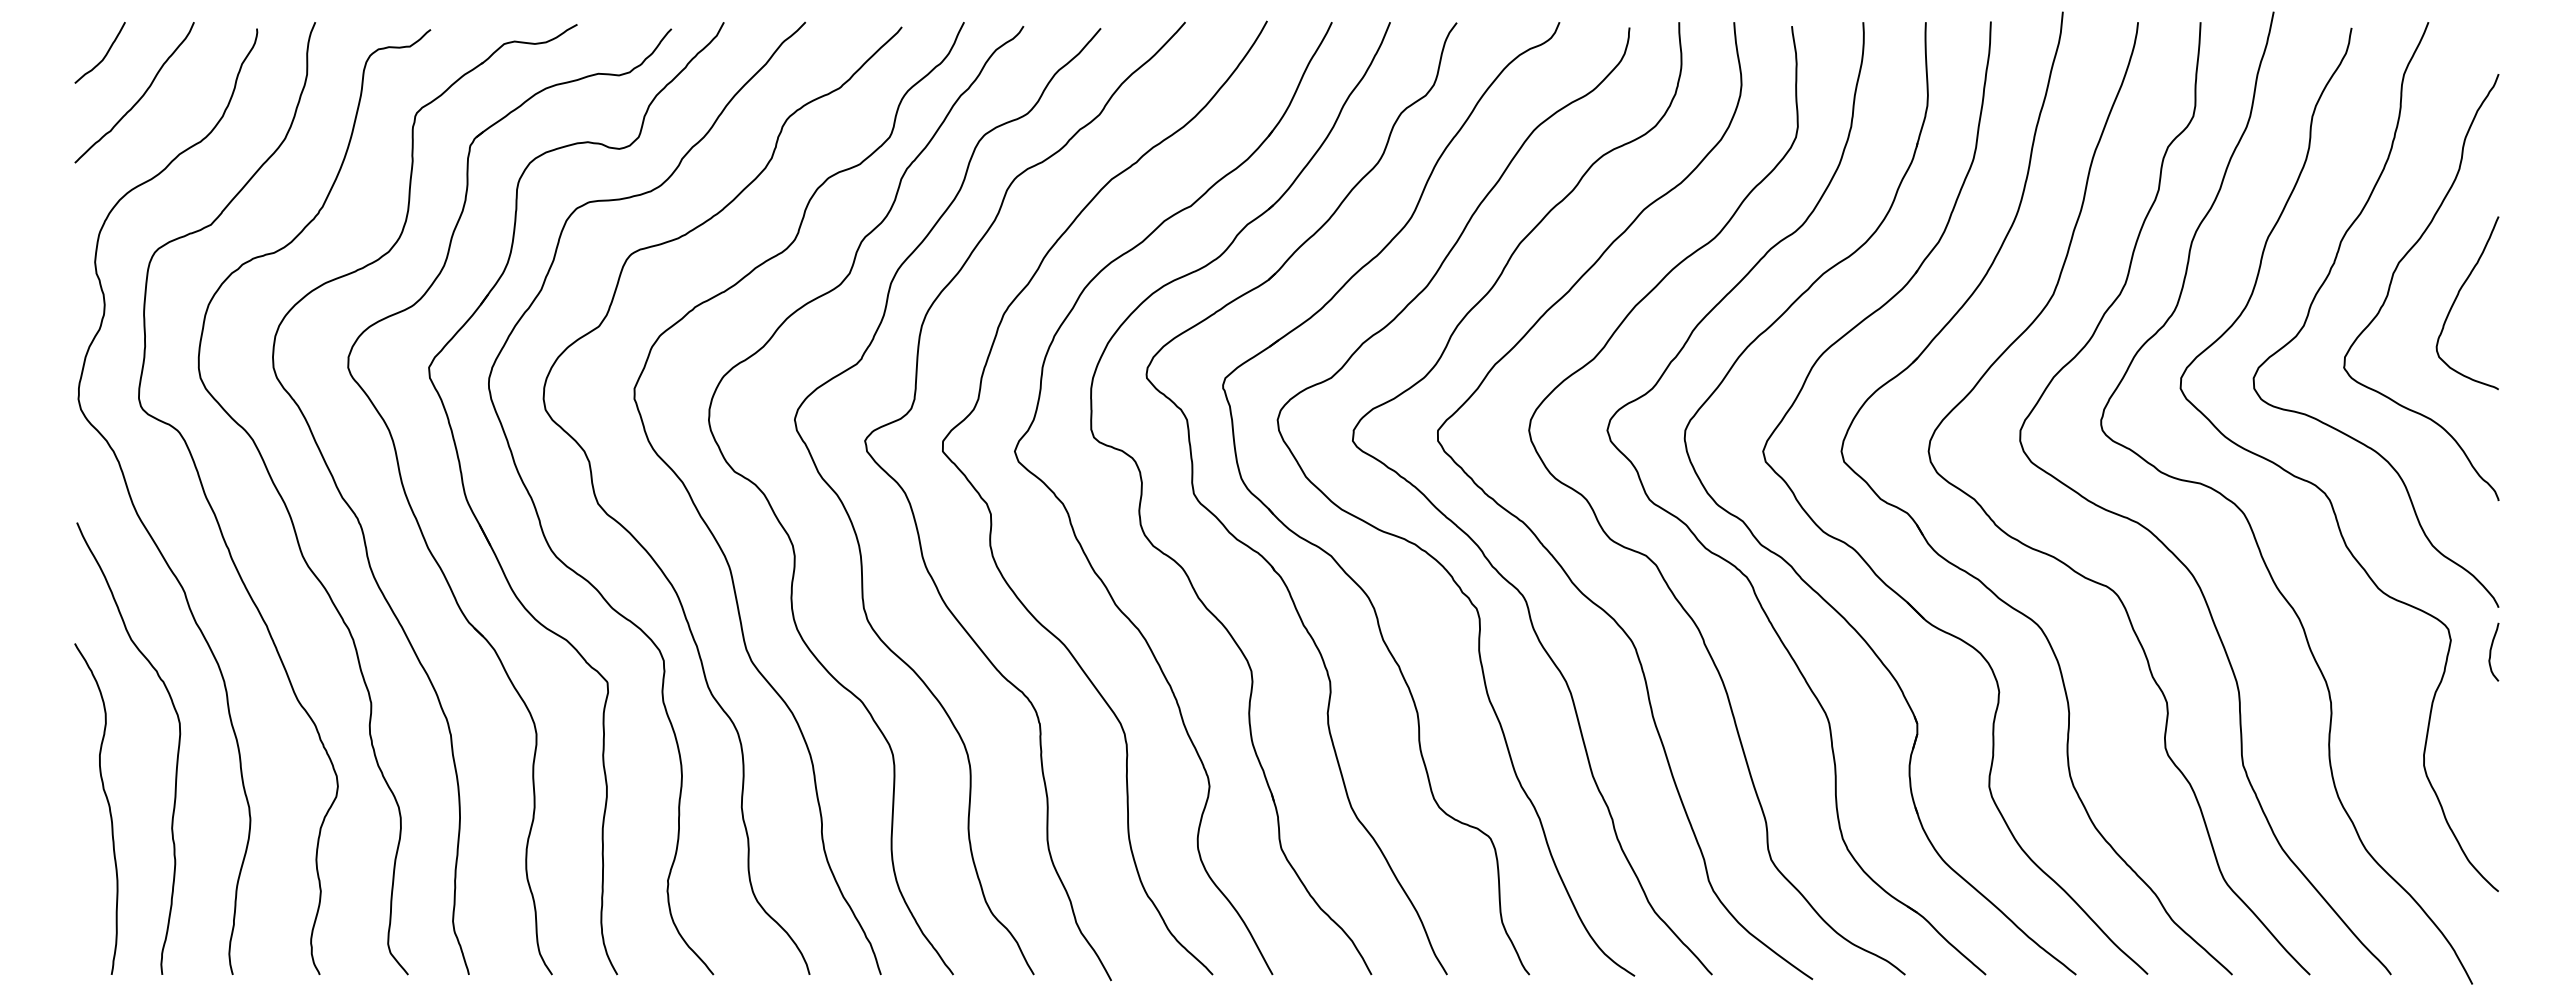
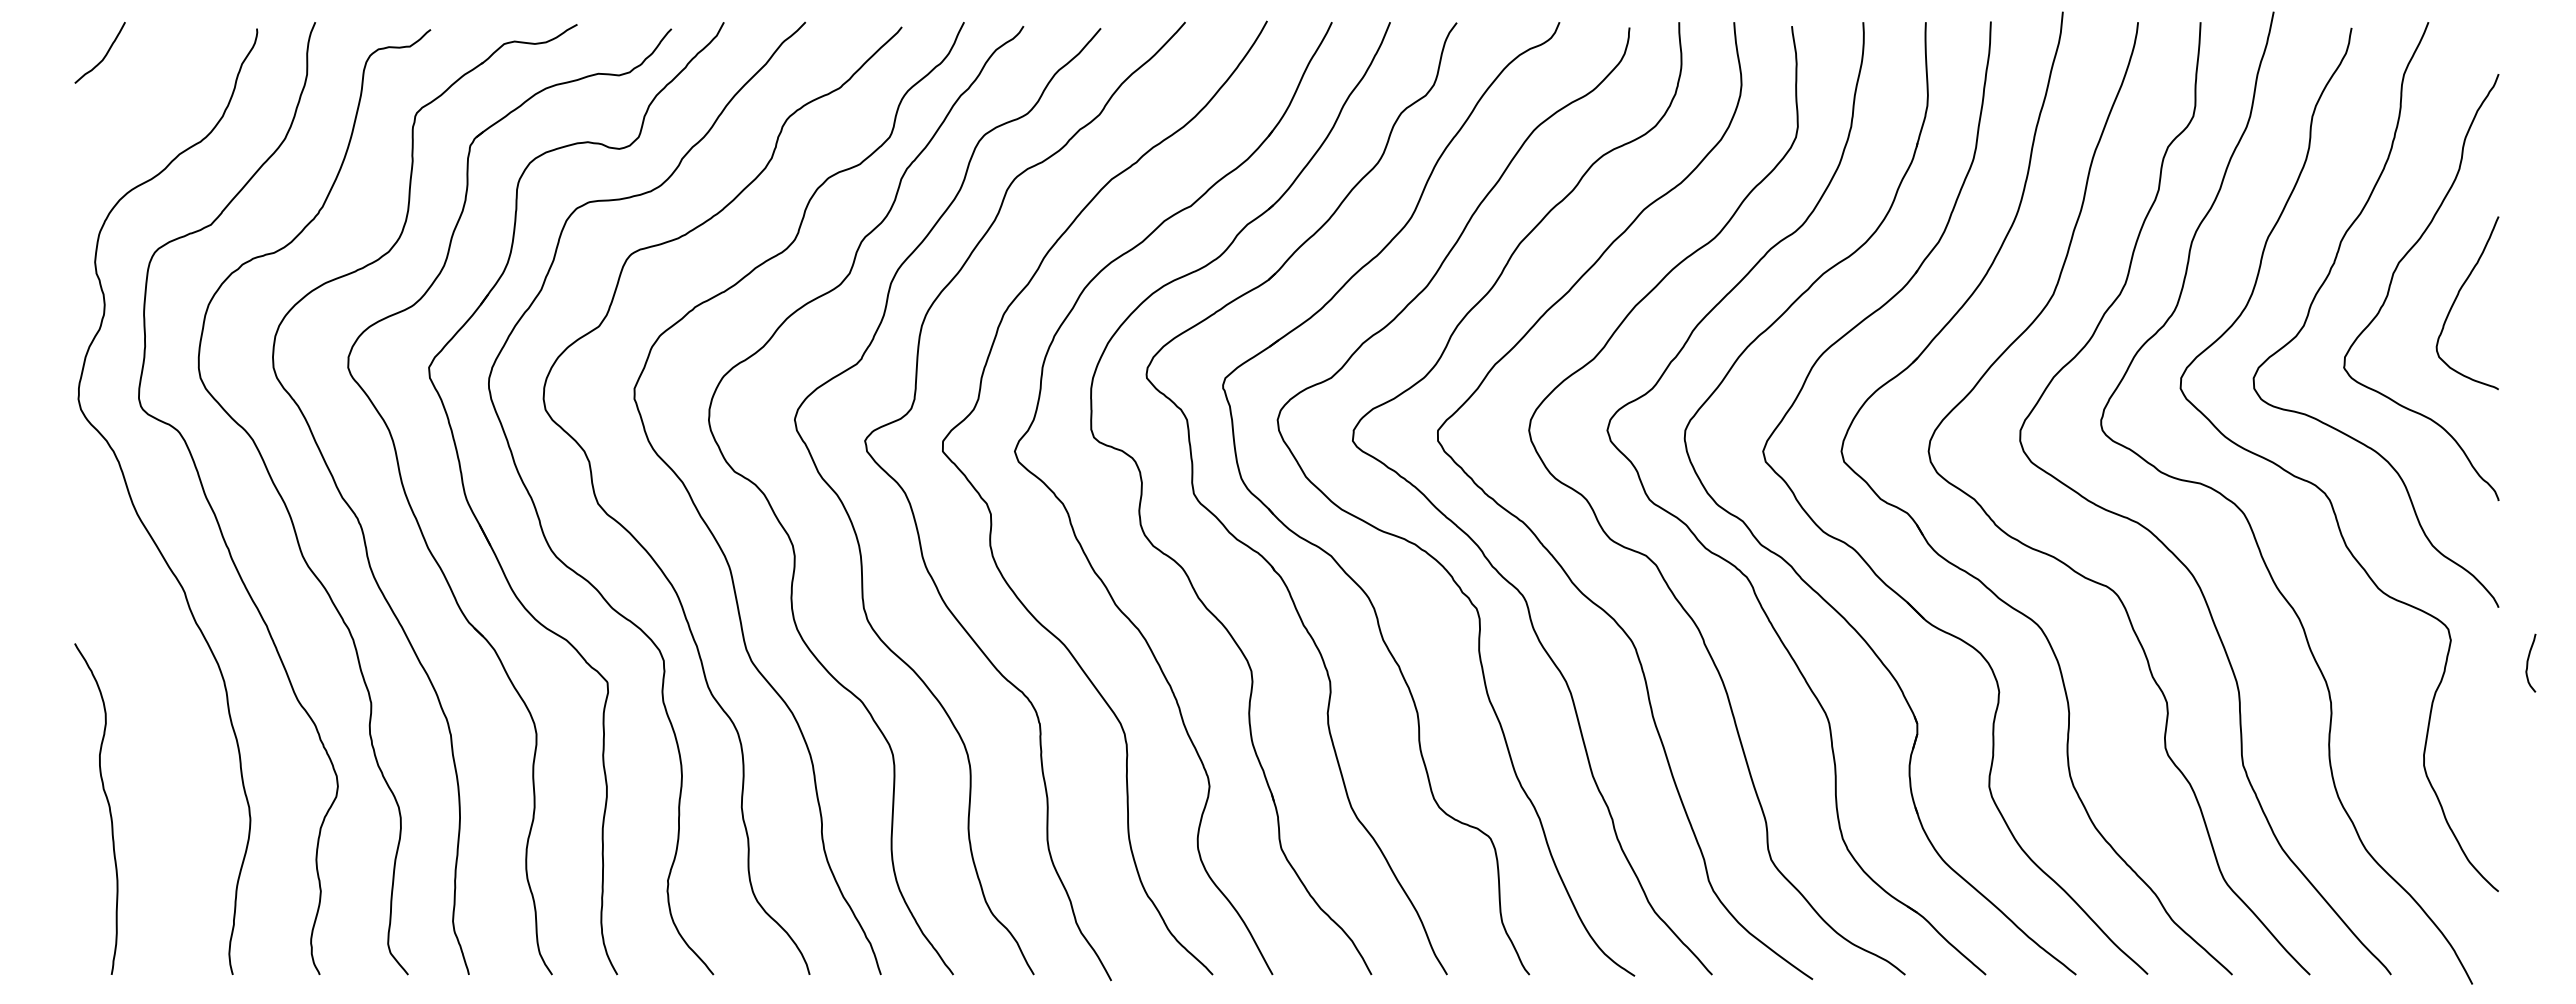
curve at (140, 97): present -> none
curve at (2491, 651) position: (2491, 651) -> (2528, 662)
curve at (177, 749): present -> none
